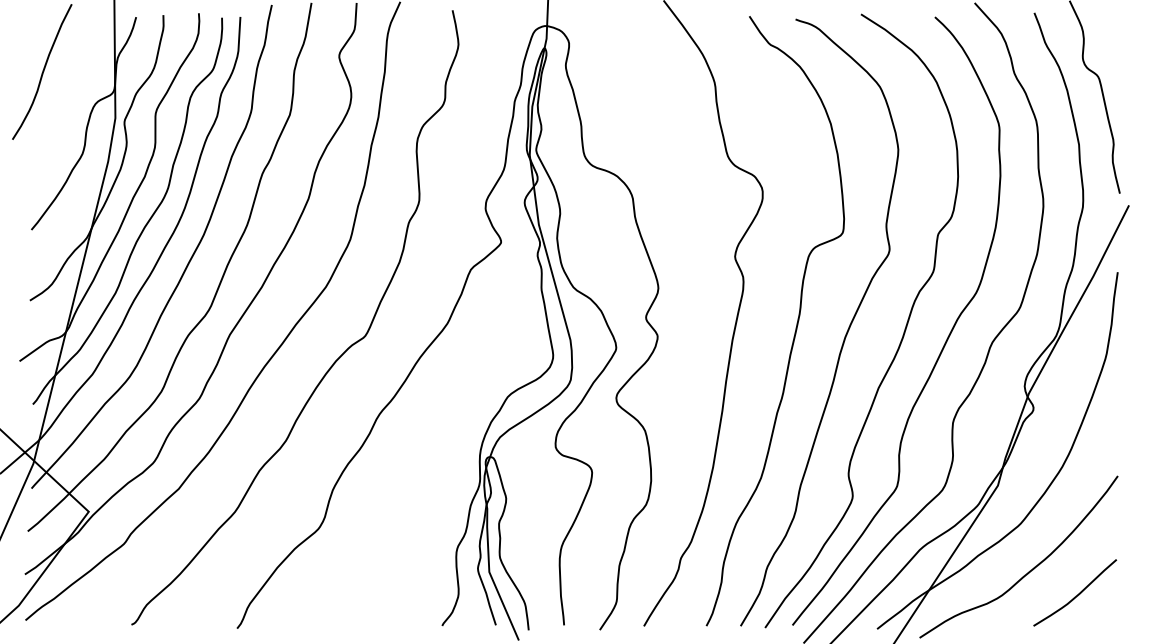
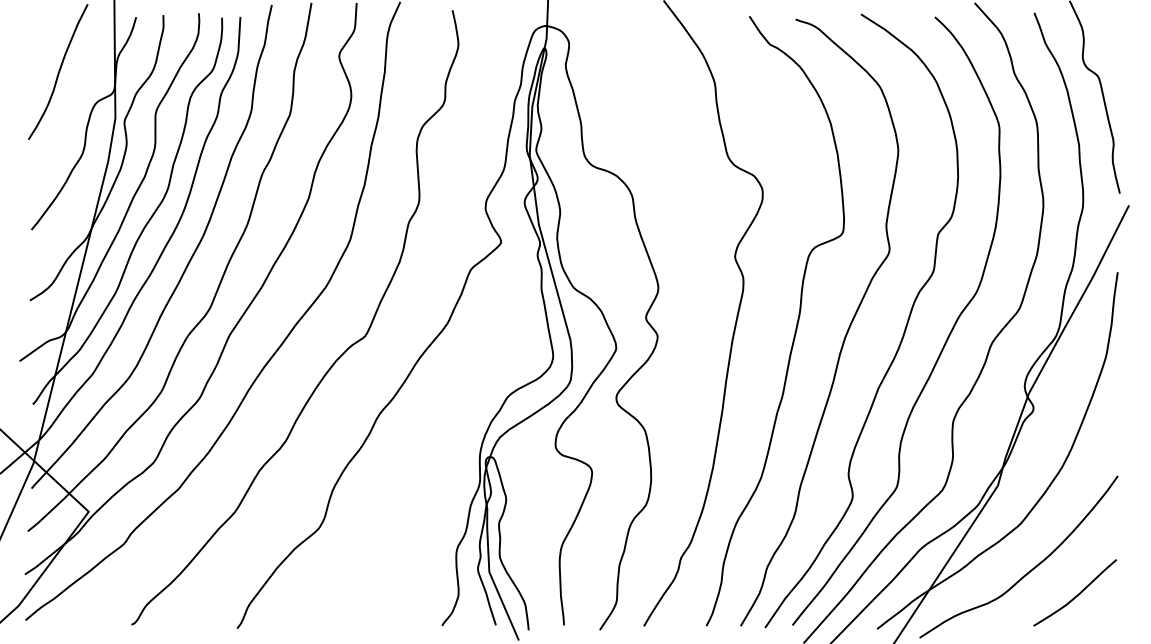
curve at (42, 71) position: (42, 71) -> (58, 71)
